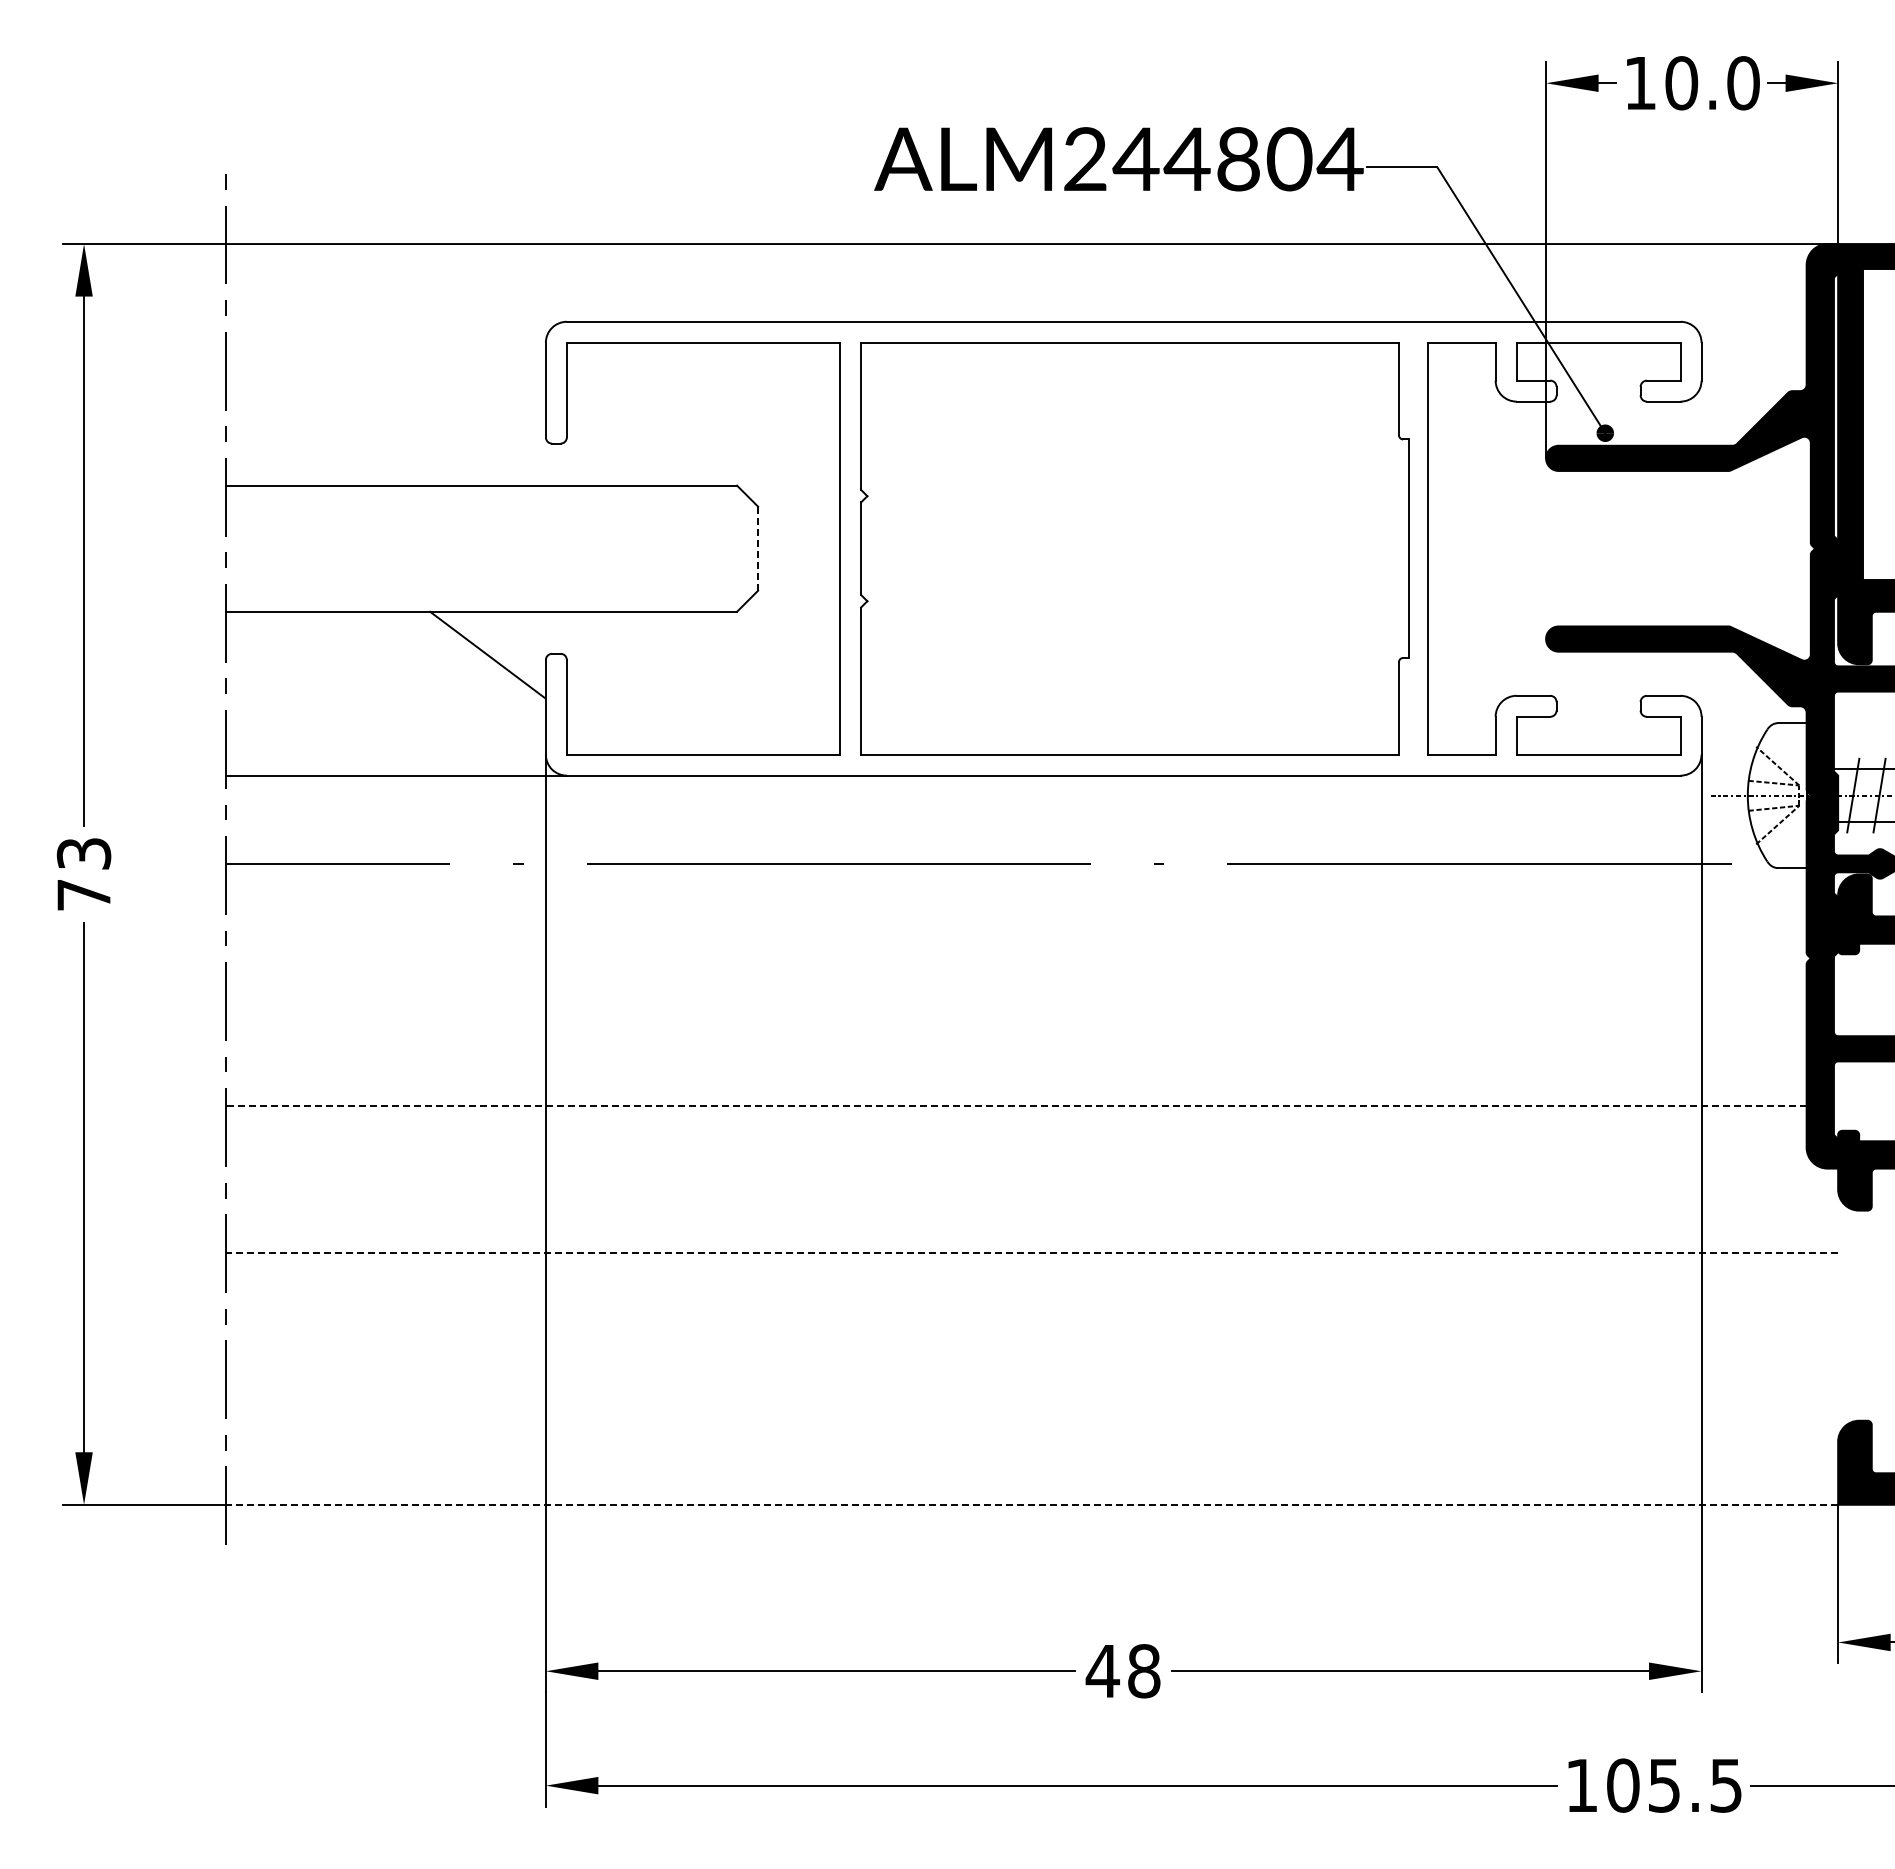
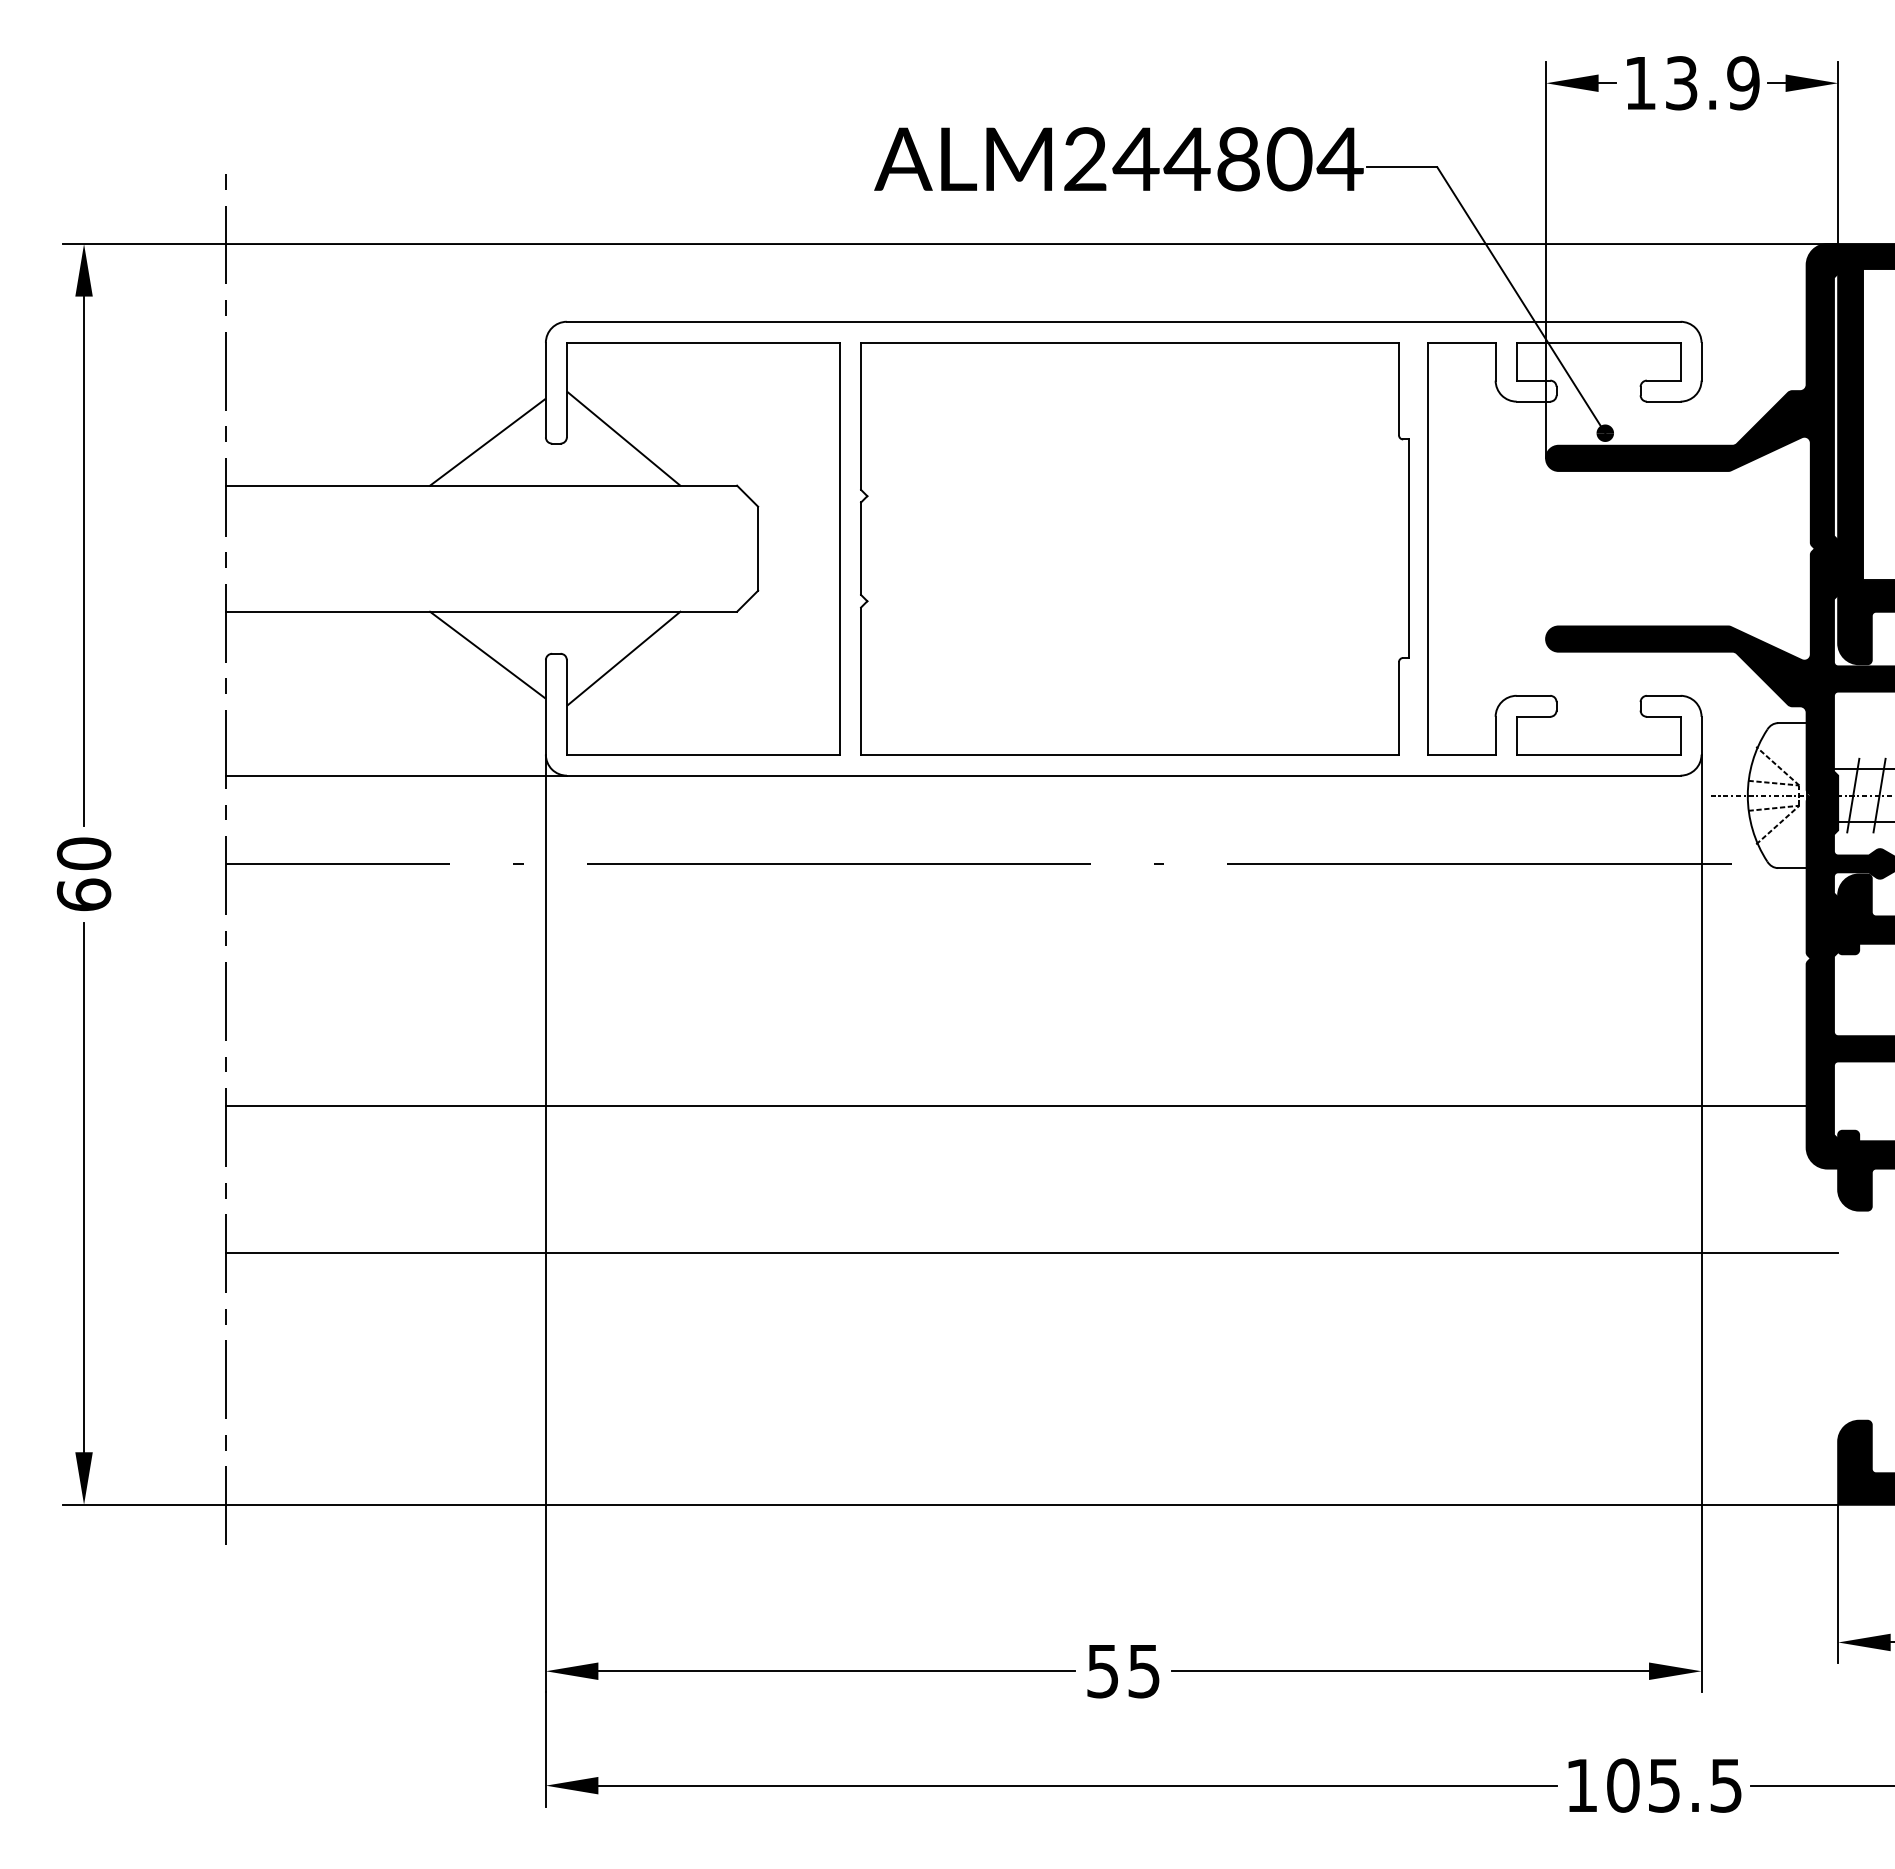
text at (1712, 83): 10.0 -> 13.9
line at (623, 438): none -> present
line at (487, 442): none -> present
line at (758, 549): dashed -> solid
line at (623, 658): none -> present
text at (83, 874): 73 -> 60
line at (1015, 1105): dashed -> solid
line at (1031, 1252): dashed -> solid
line at (1031, 1504): dashed -> solid
text at (1122, 1671): 48 -> 55
